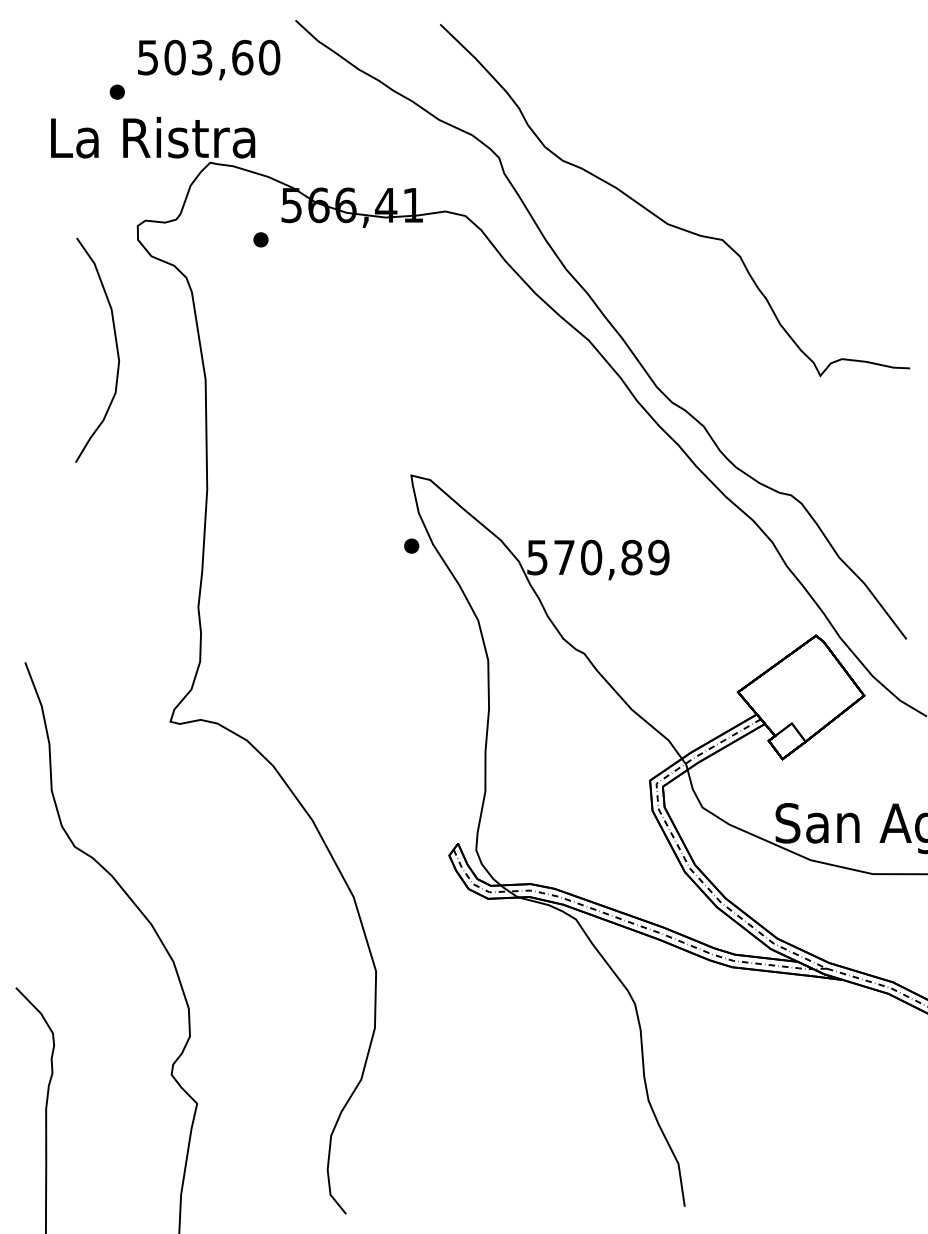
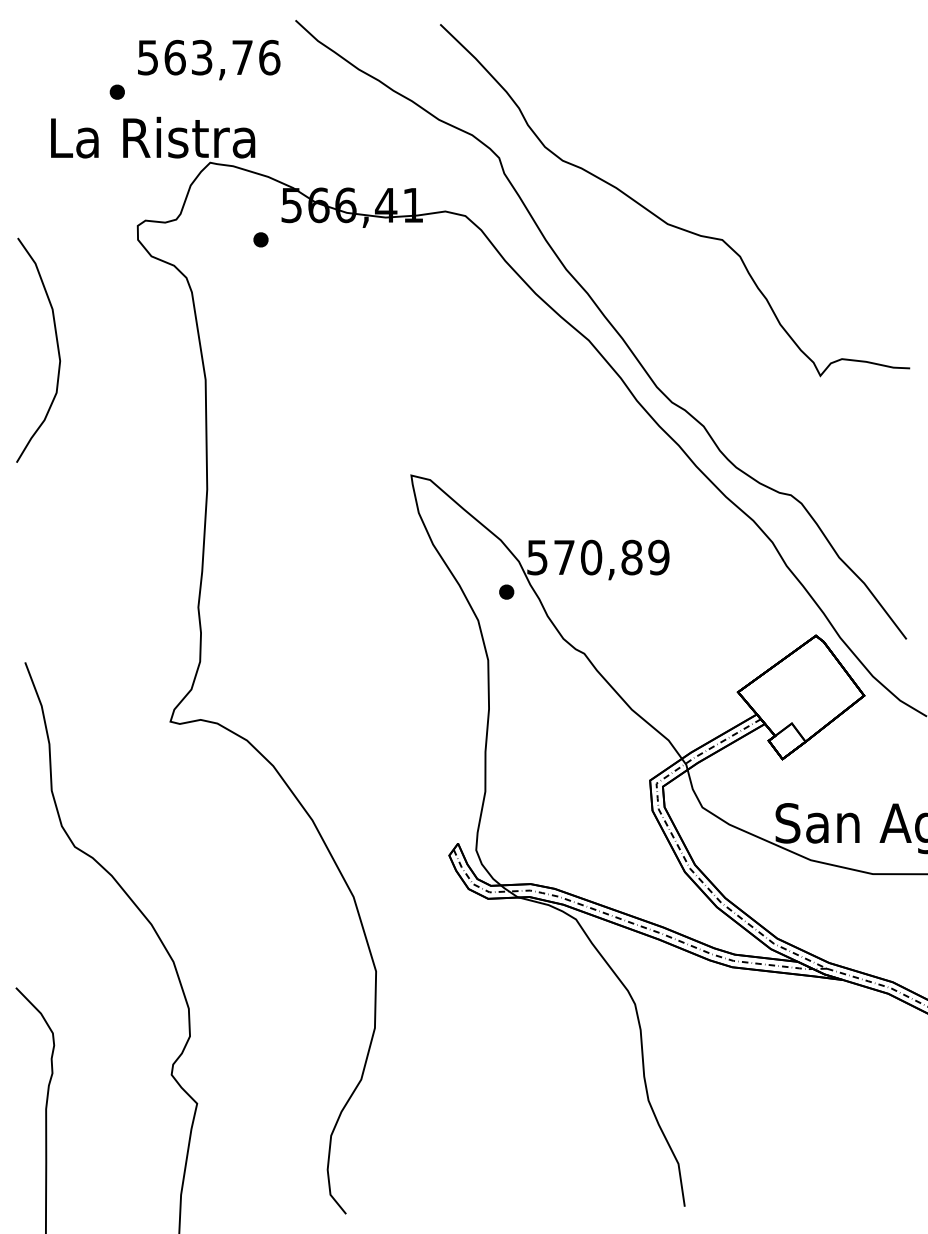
text at (222, 57): 503,60 -> 563,76
curve at (115, 344) position: (115, 344) -> (56, 344)
part at (411, 545) position: (411, 545) -> (506, 591)
